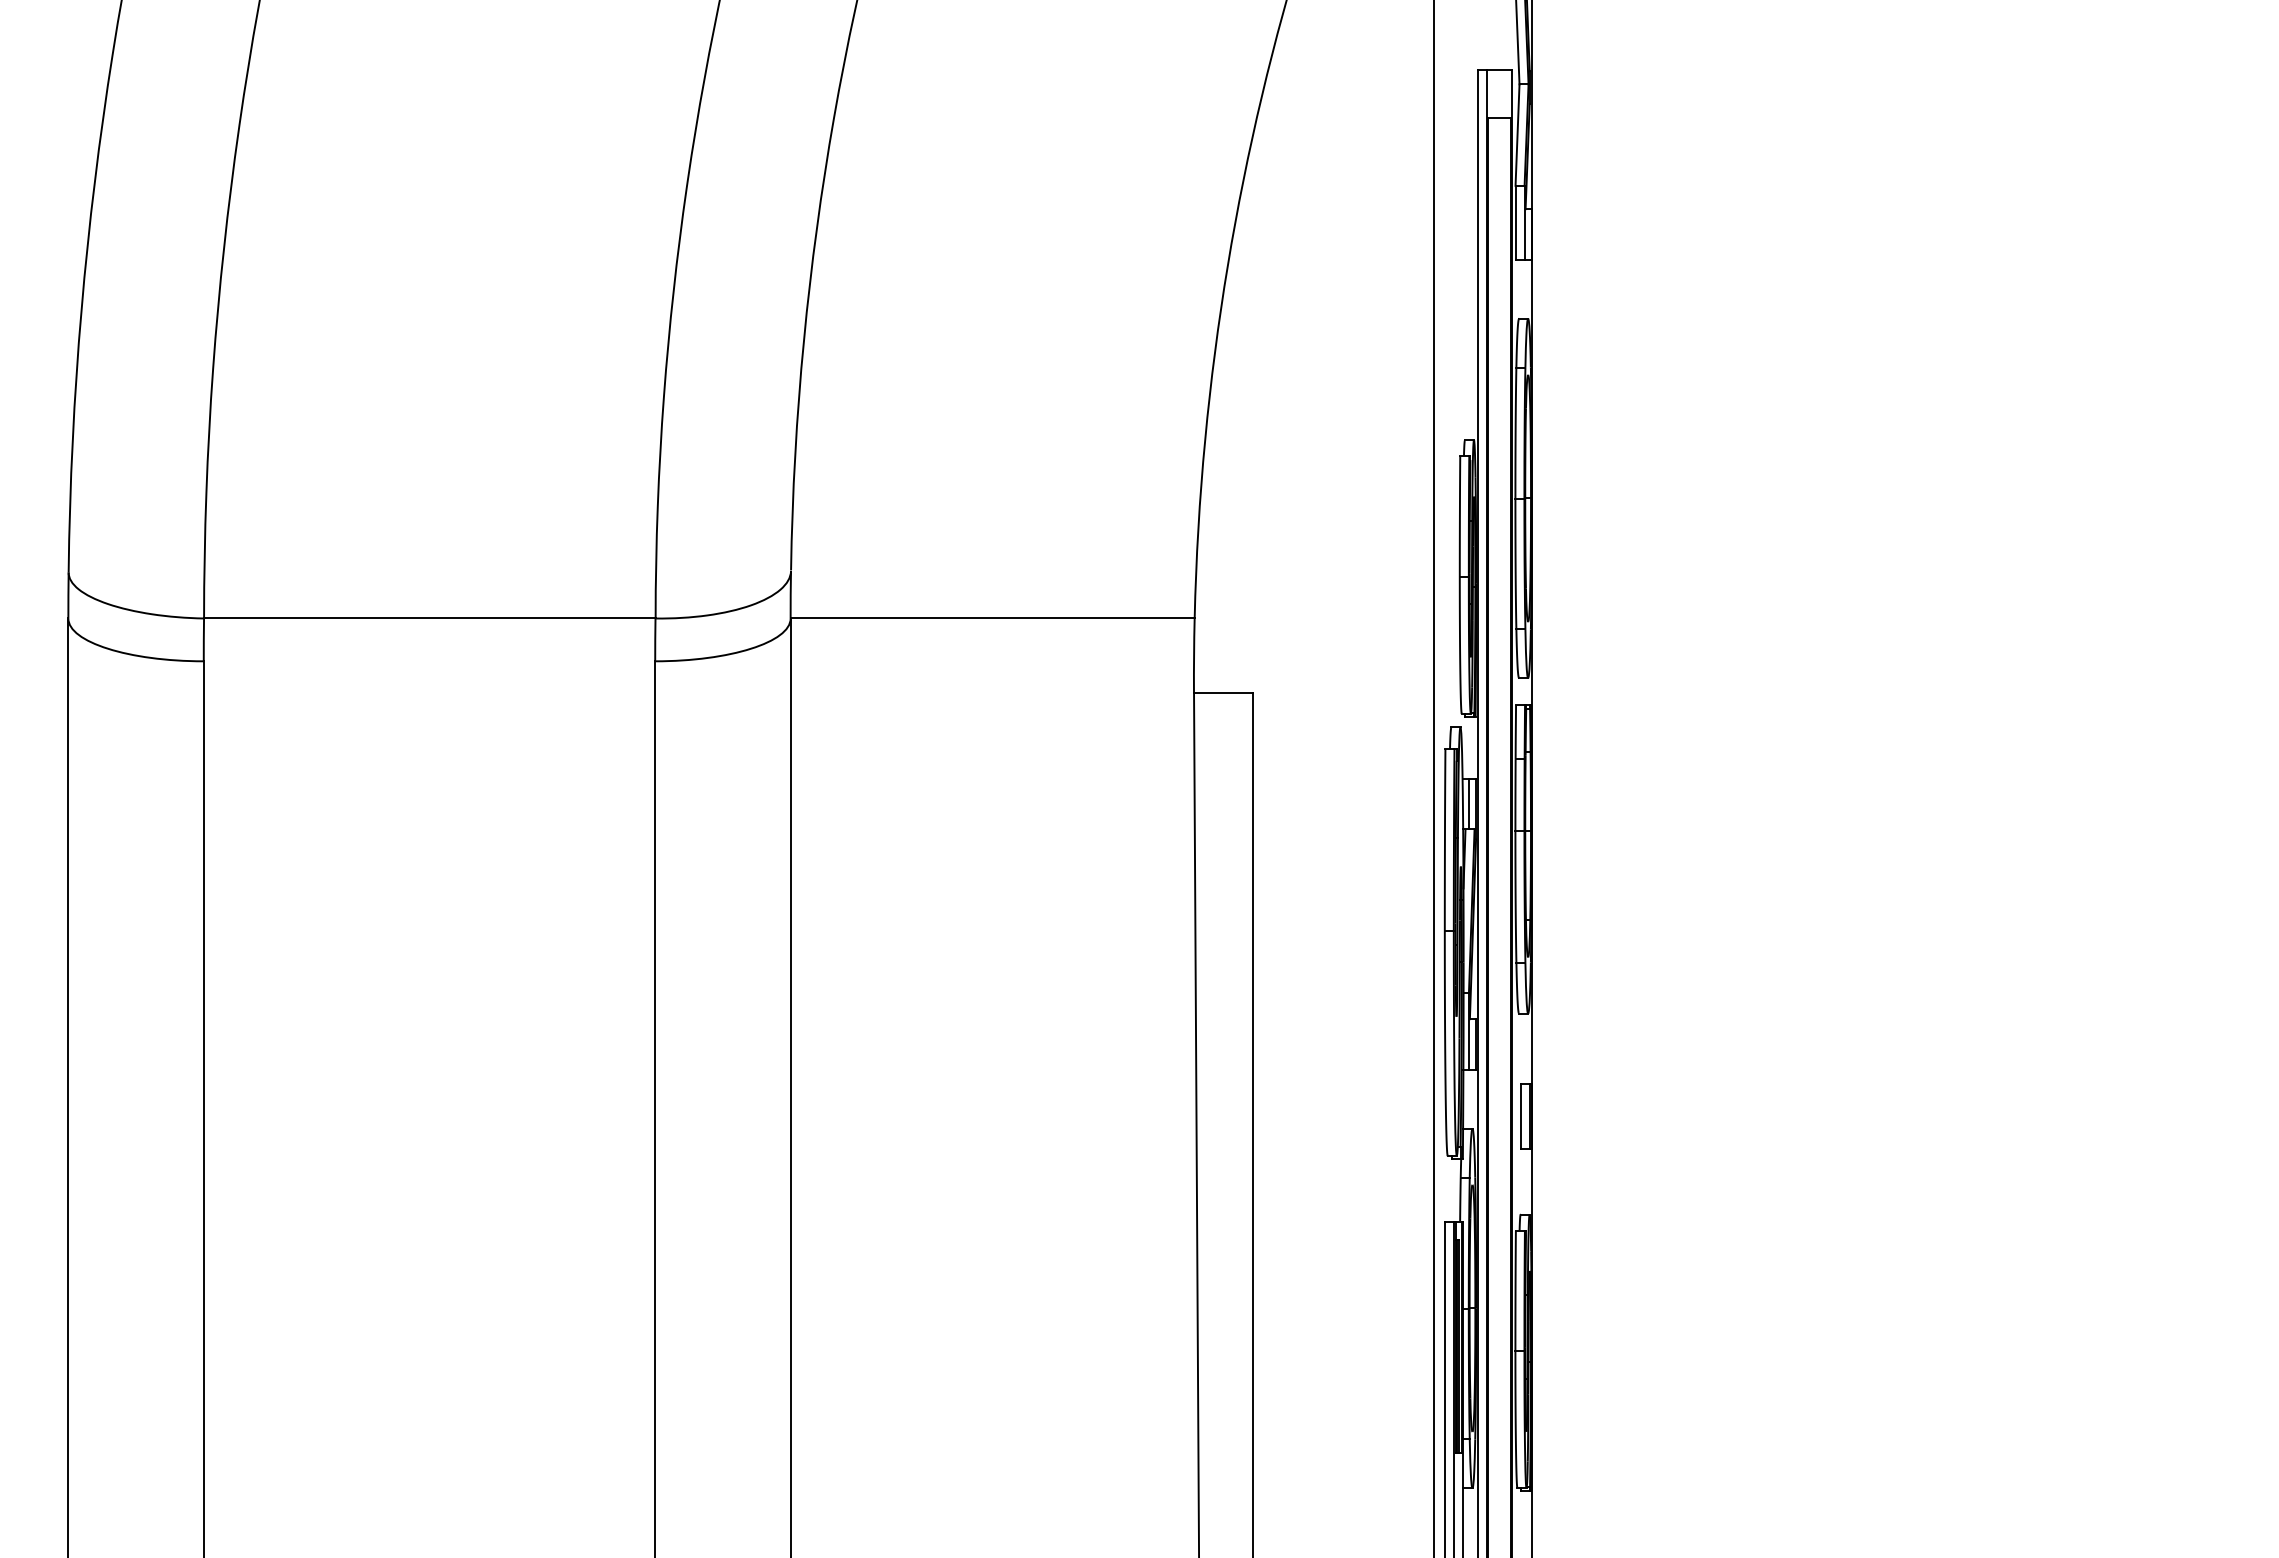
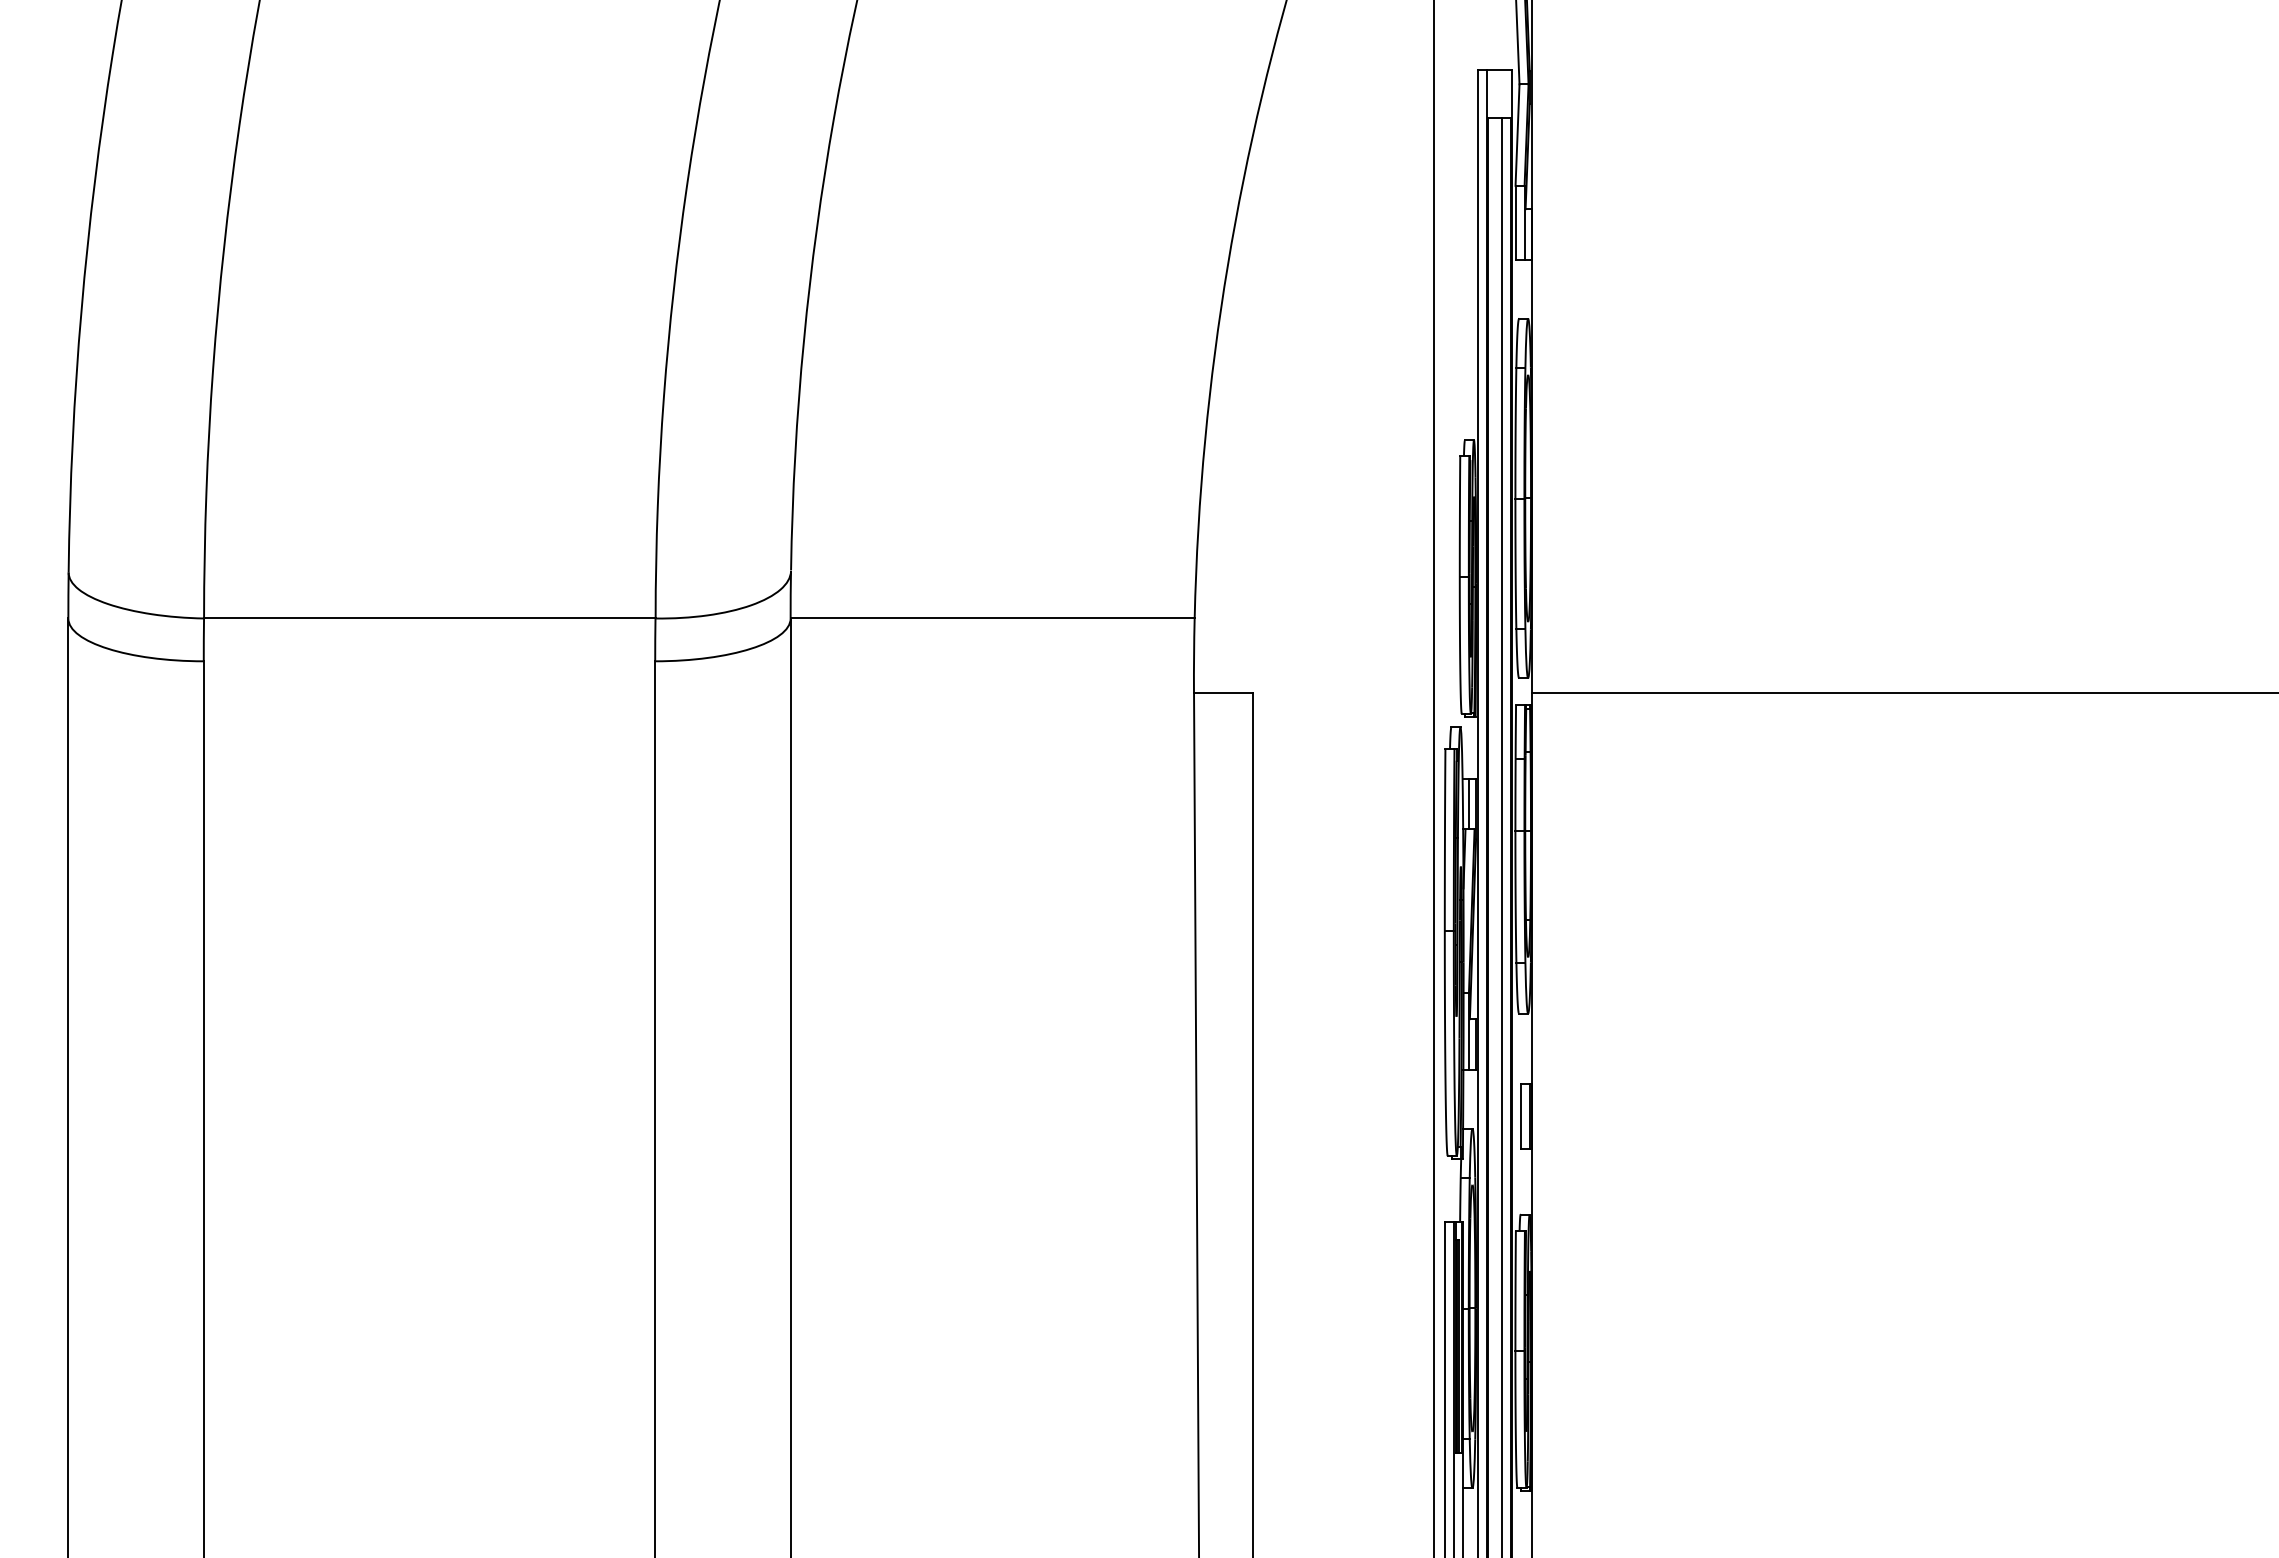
line at (1903, 692): none -> present
line at (1501, 835): none -> present
